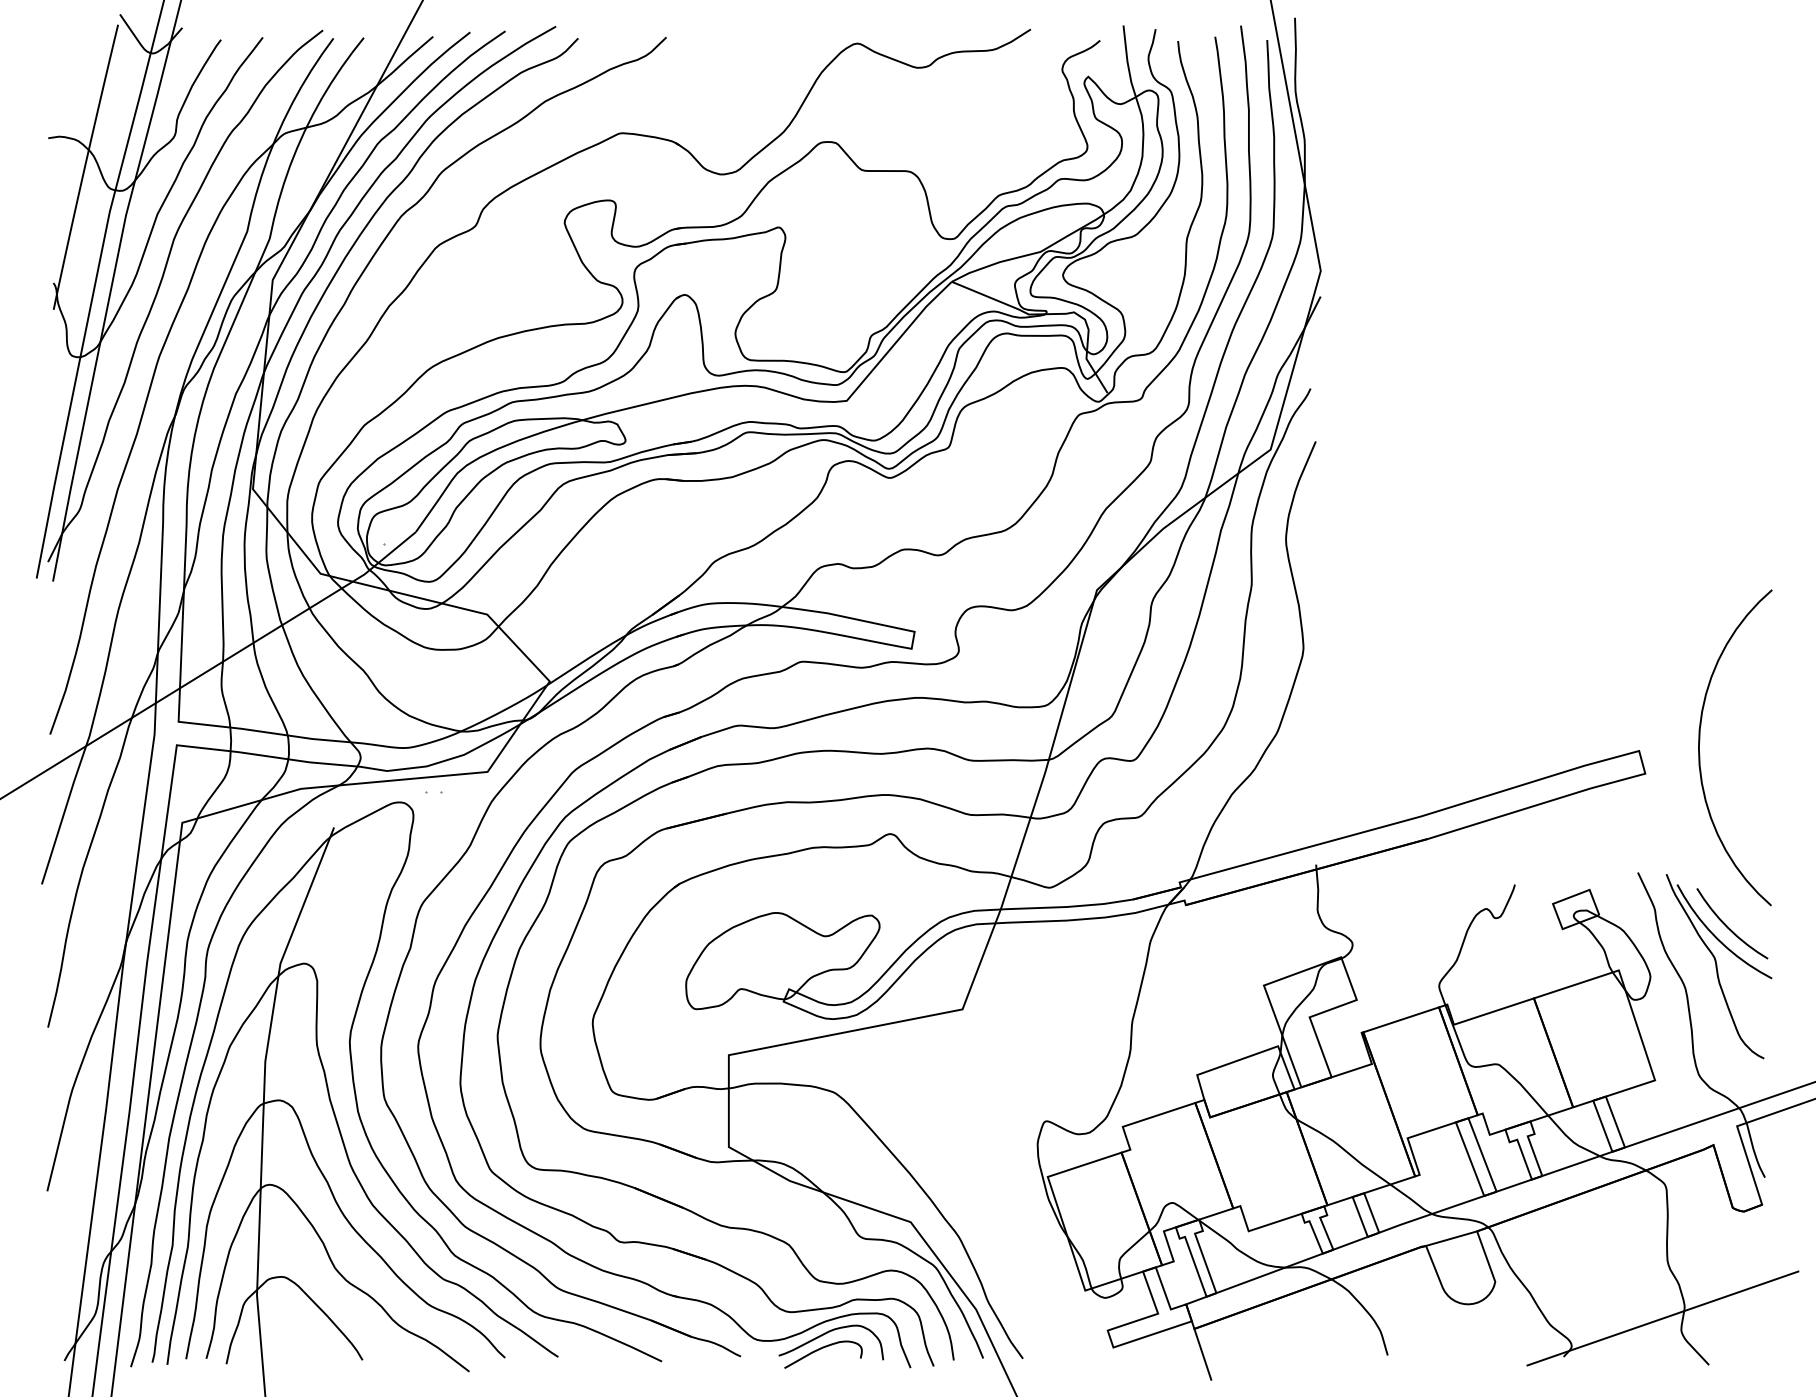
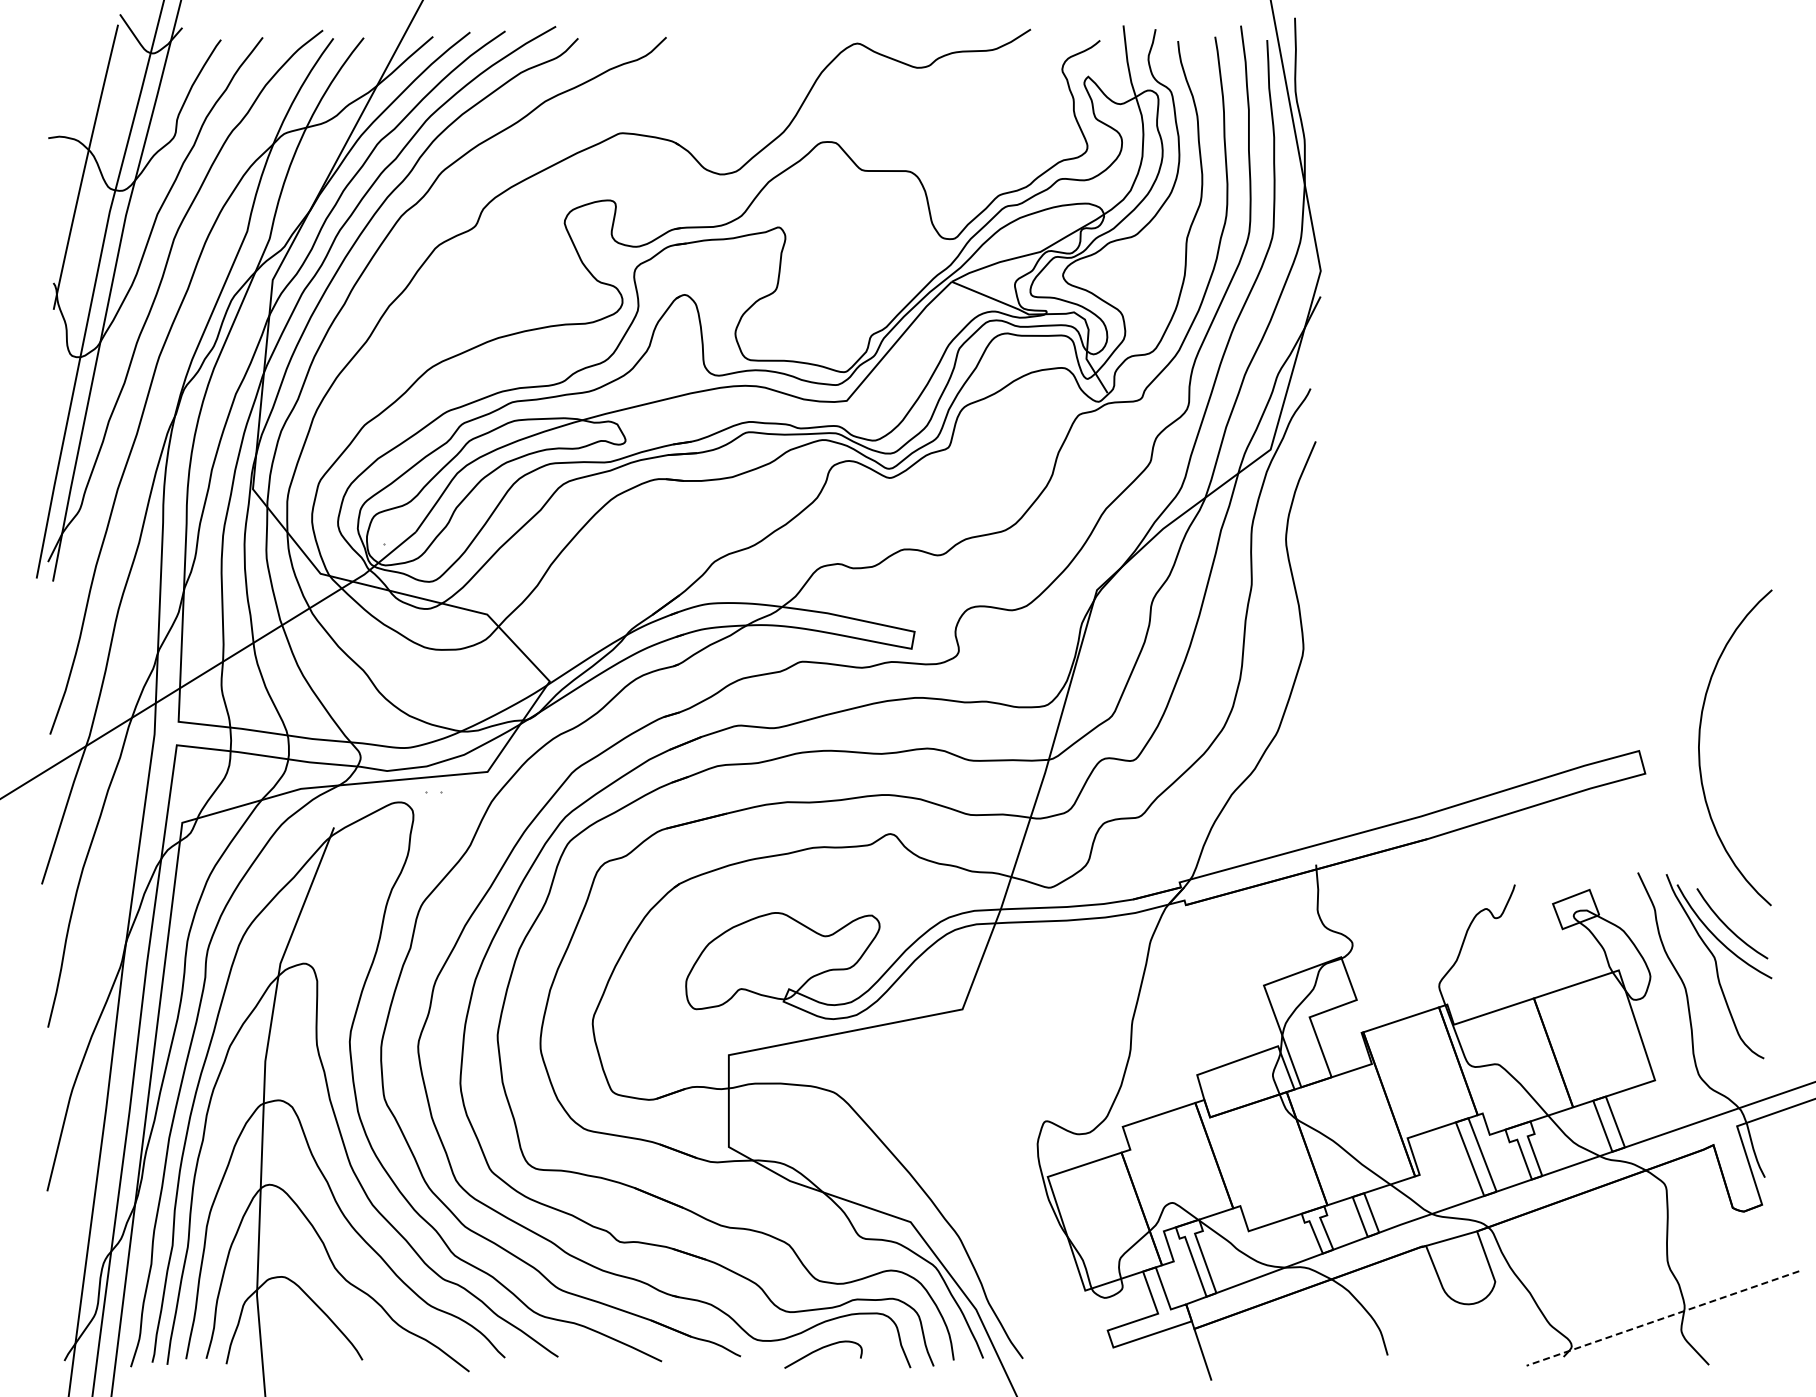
line at (1662, 1318): solid -> dashed
curve at (827, 1333): present -> none
